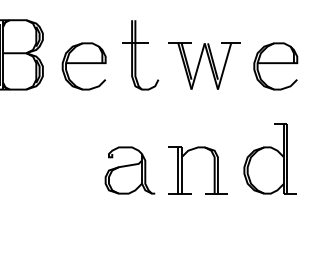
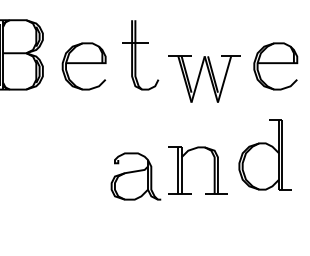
part at (204, 65) position: (204, 65) -> (204, 78)
part at (269, 158) position: (269, 158) -> (264, 154)
part at (129, 170) position: (129, 170) -> (135, 176)
